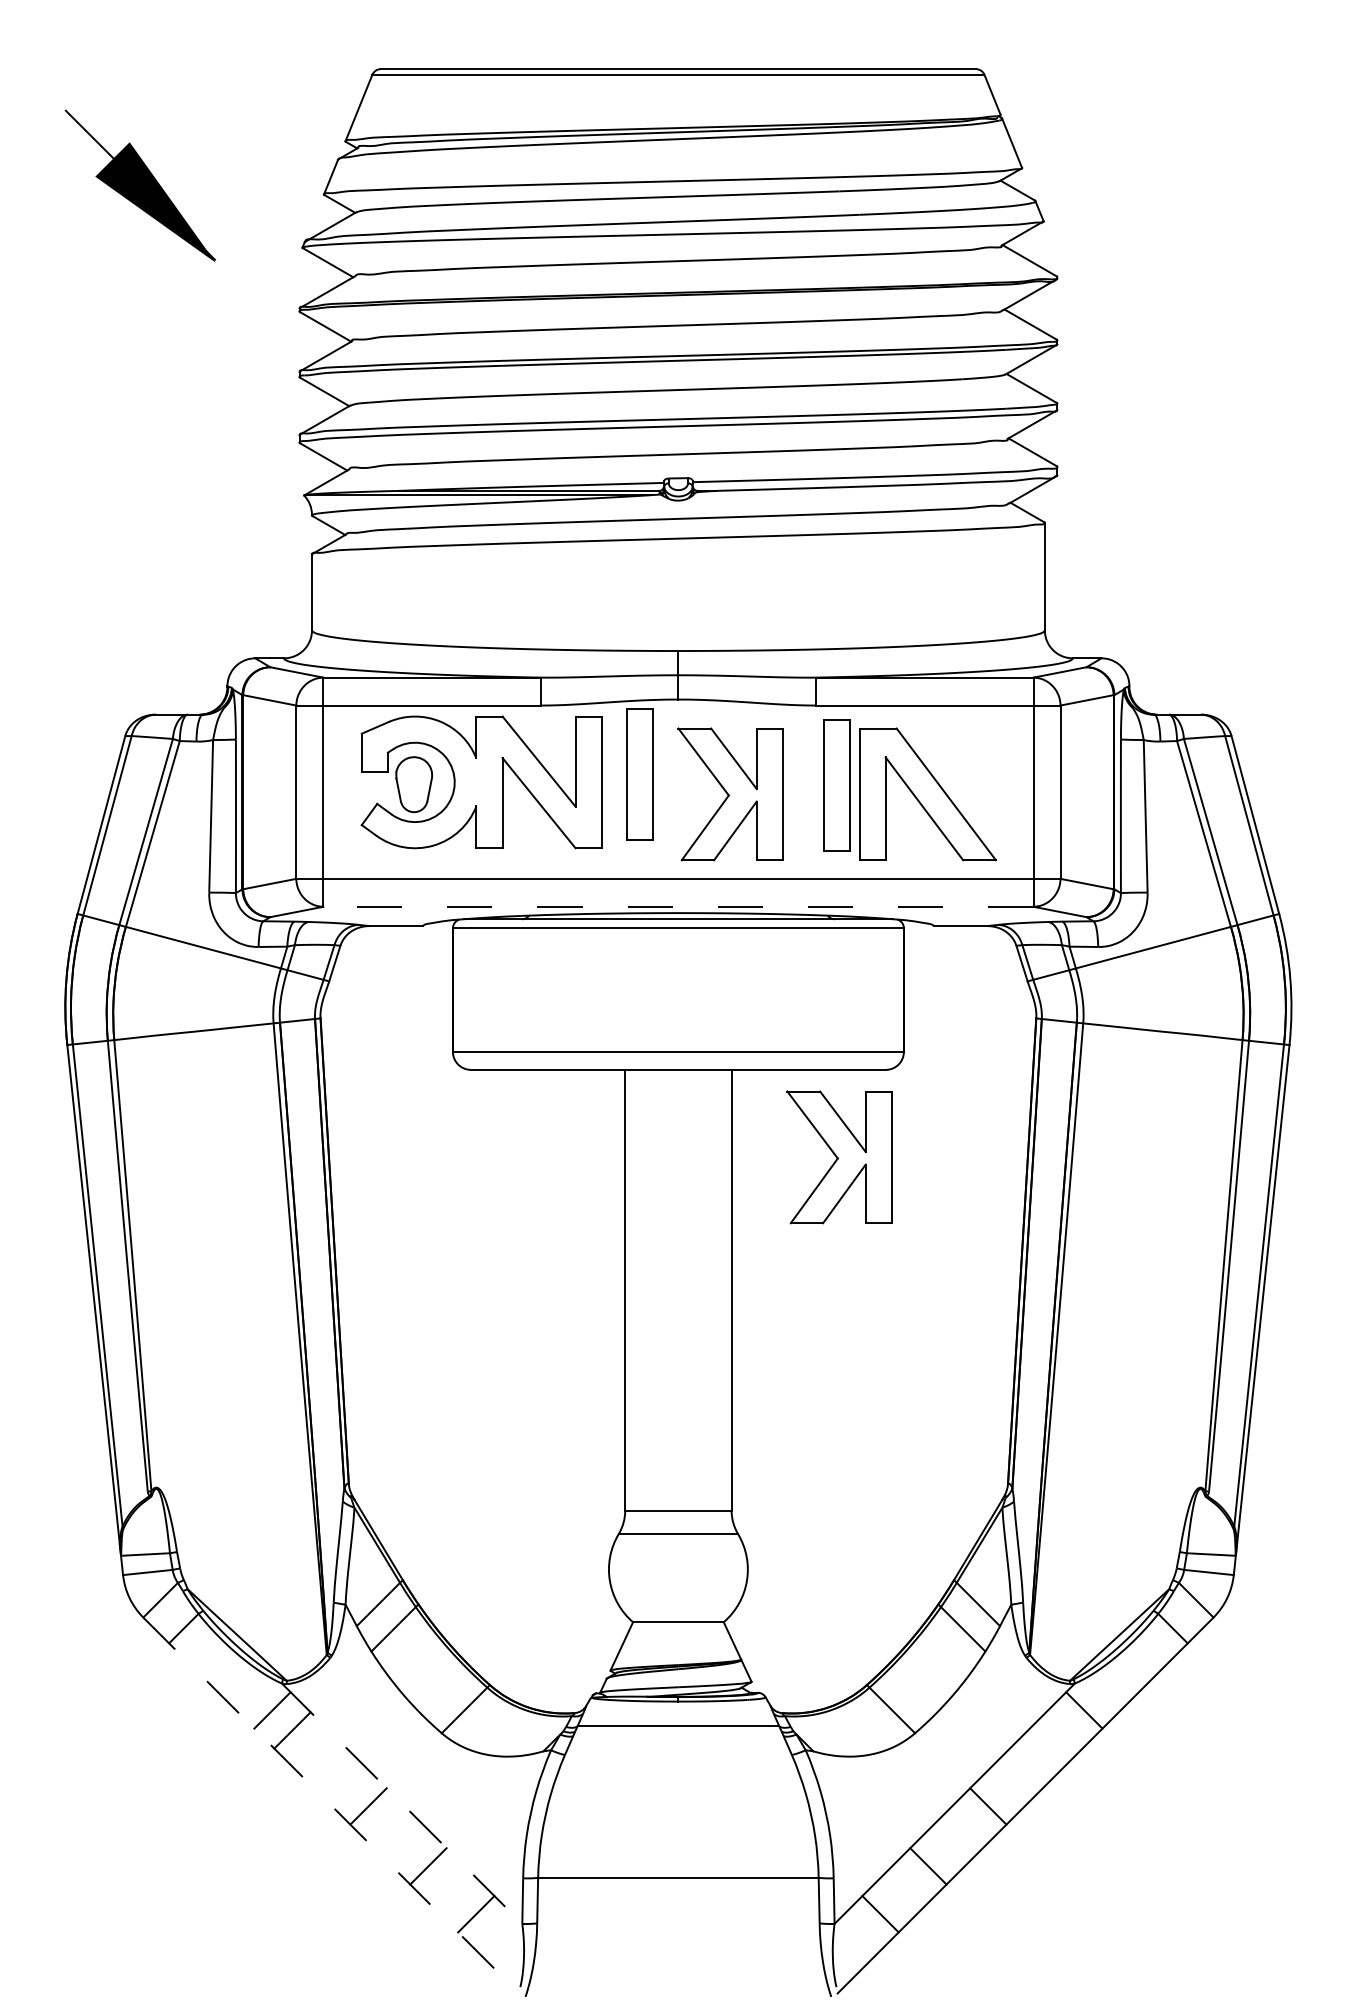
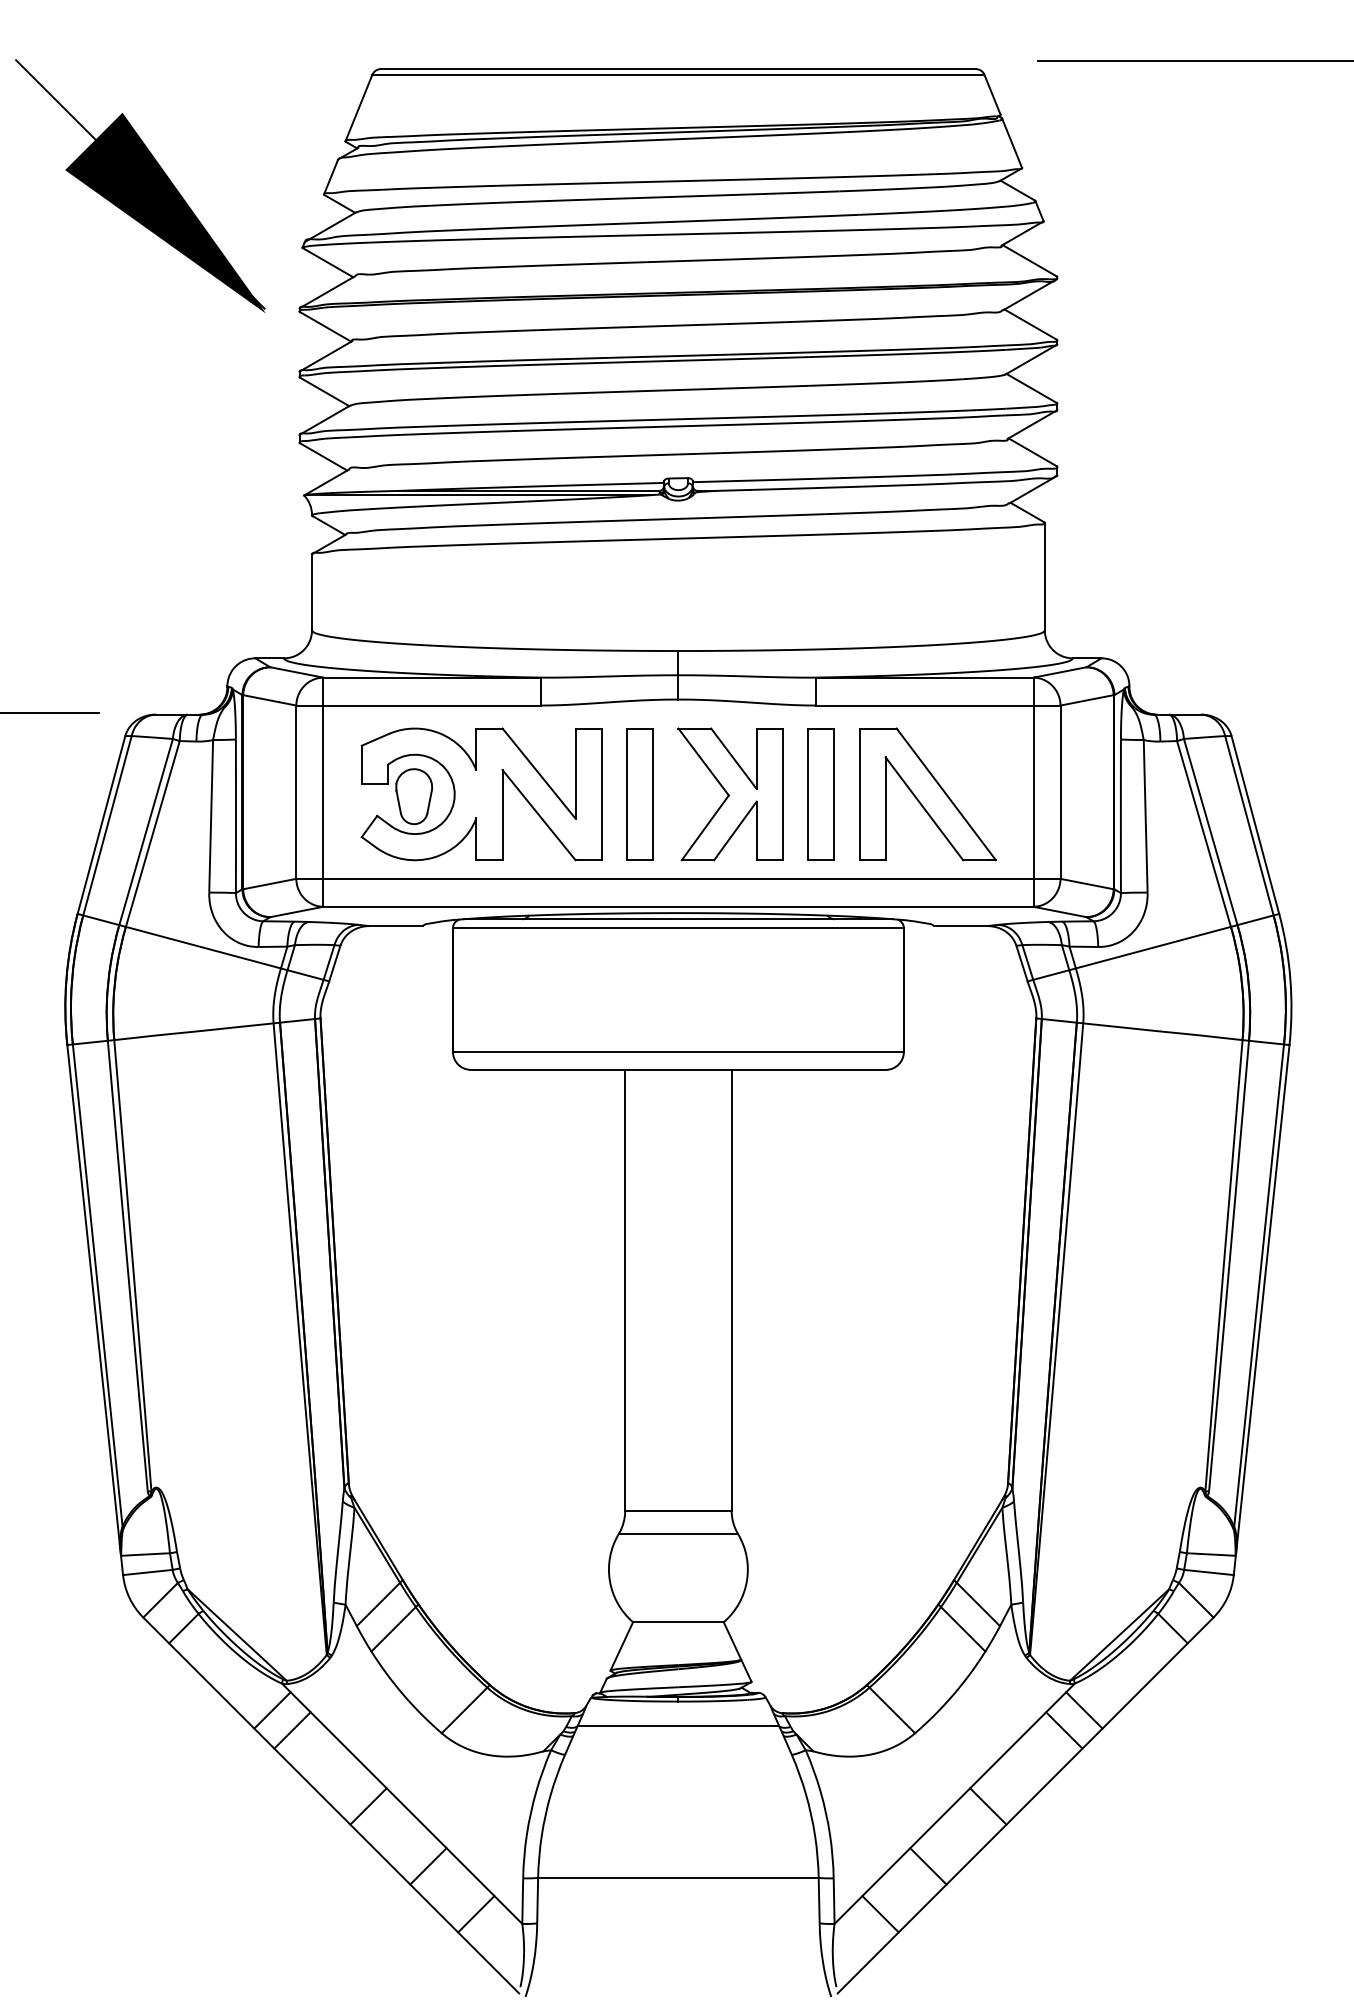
line at (1193, 61): none -> present
part at (139, 185) size: 152x154 px -> 251x255 px
line at (50, 713): none -> present
part at (639, 774) position: (639, 774) -> (639, 794)
part at (481, 782) position: (481, 782) -> (481, 794)
part at (836, 785) position: (836, 785) -> (820, 794)
line at (677, 906): dashed -> solid
part at (839, 1157): present -> none
line at (1064, 1730): none -> present
line at (402, 1803): dashed -> solid
line at (331, 1805): dashed -> solid
